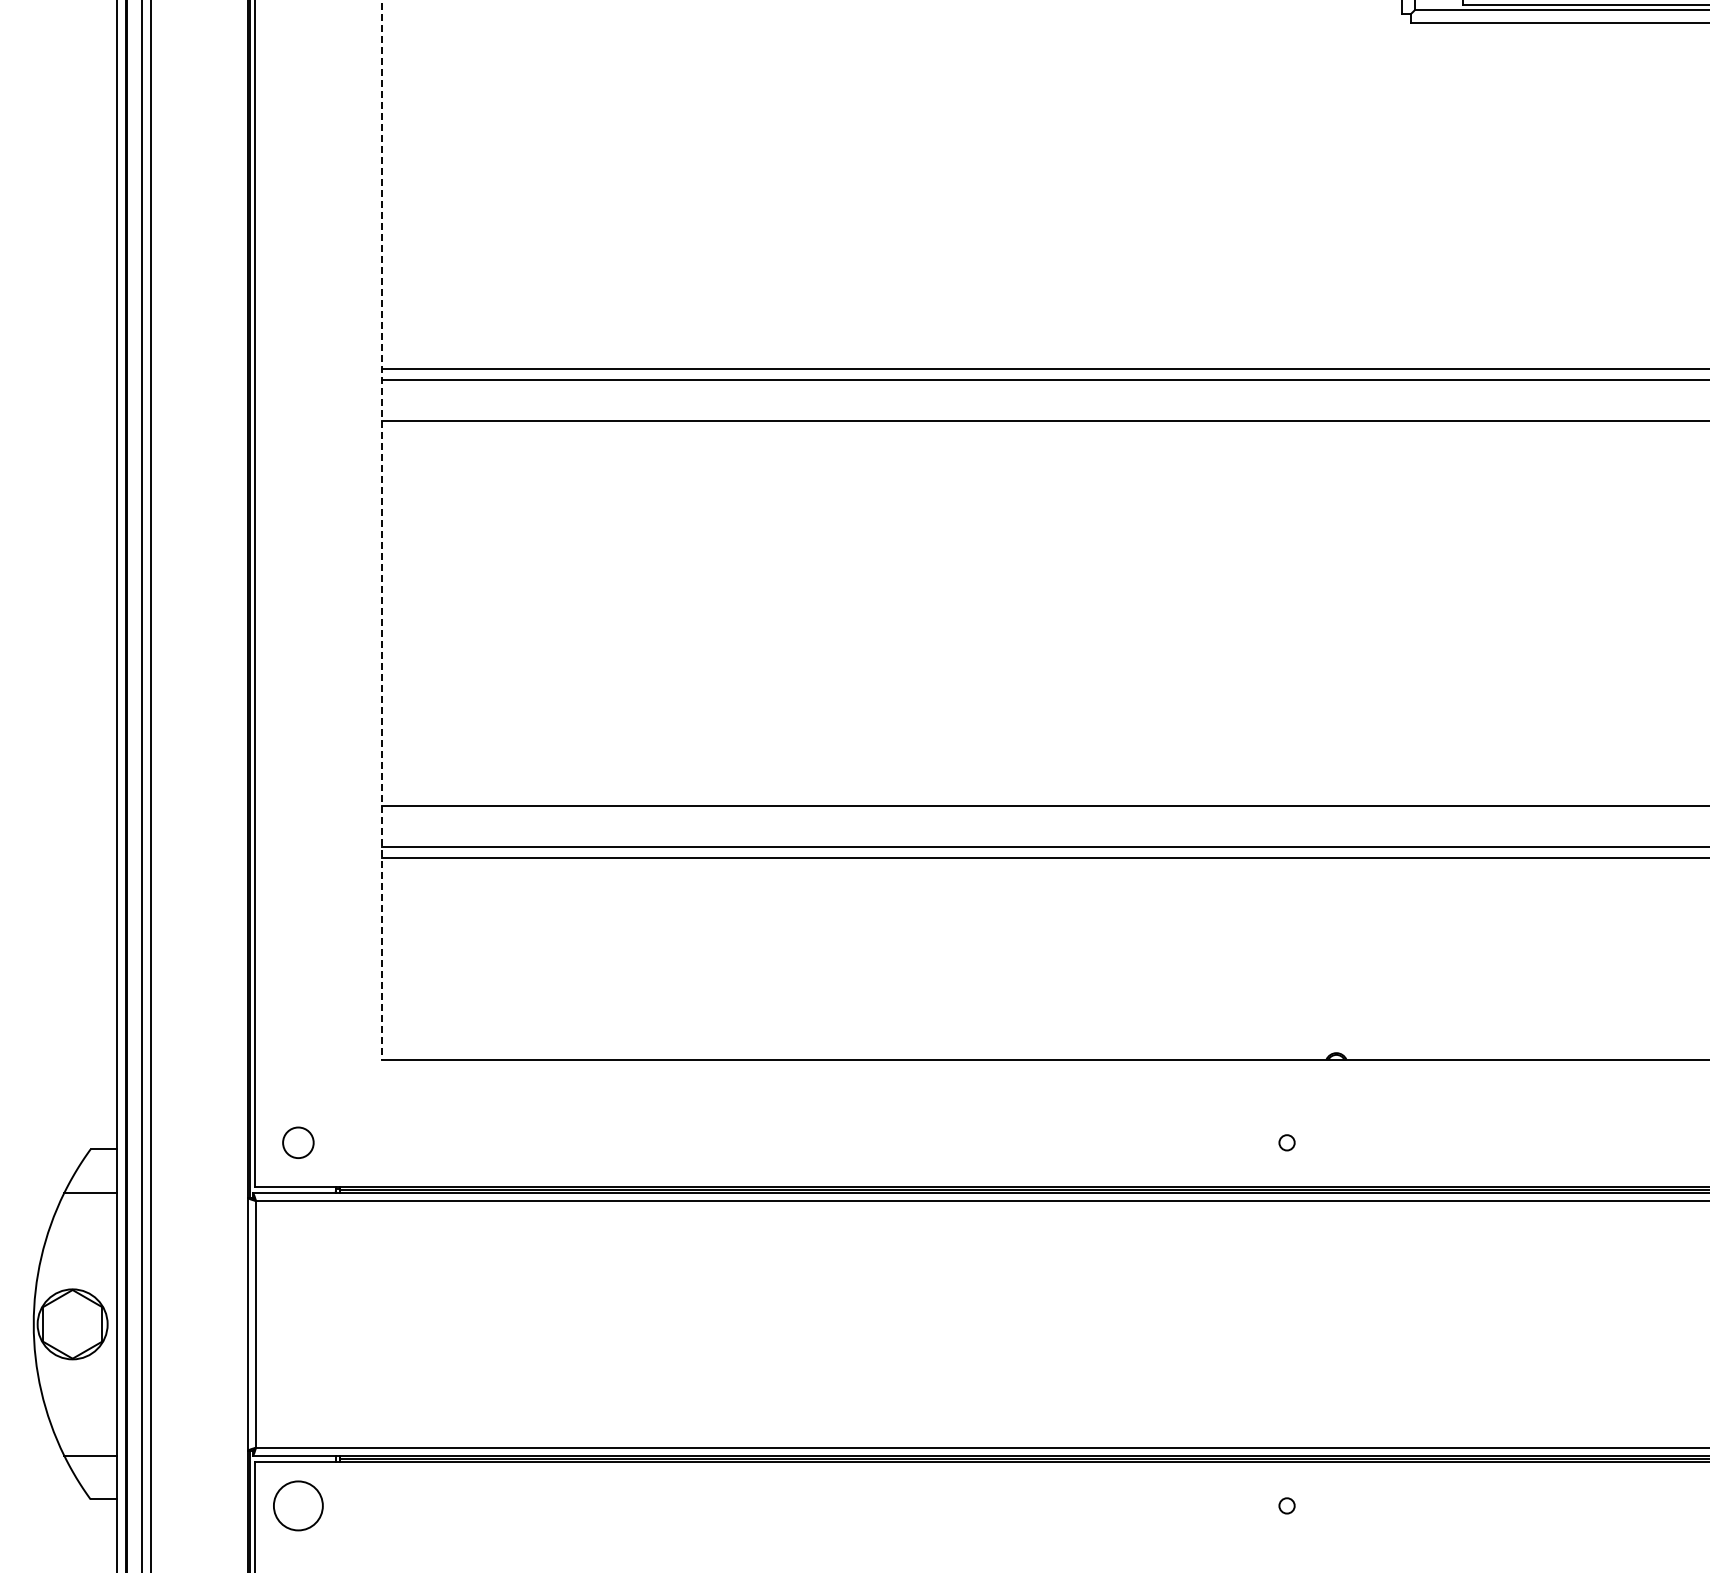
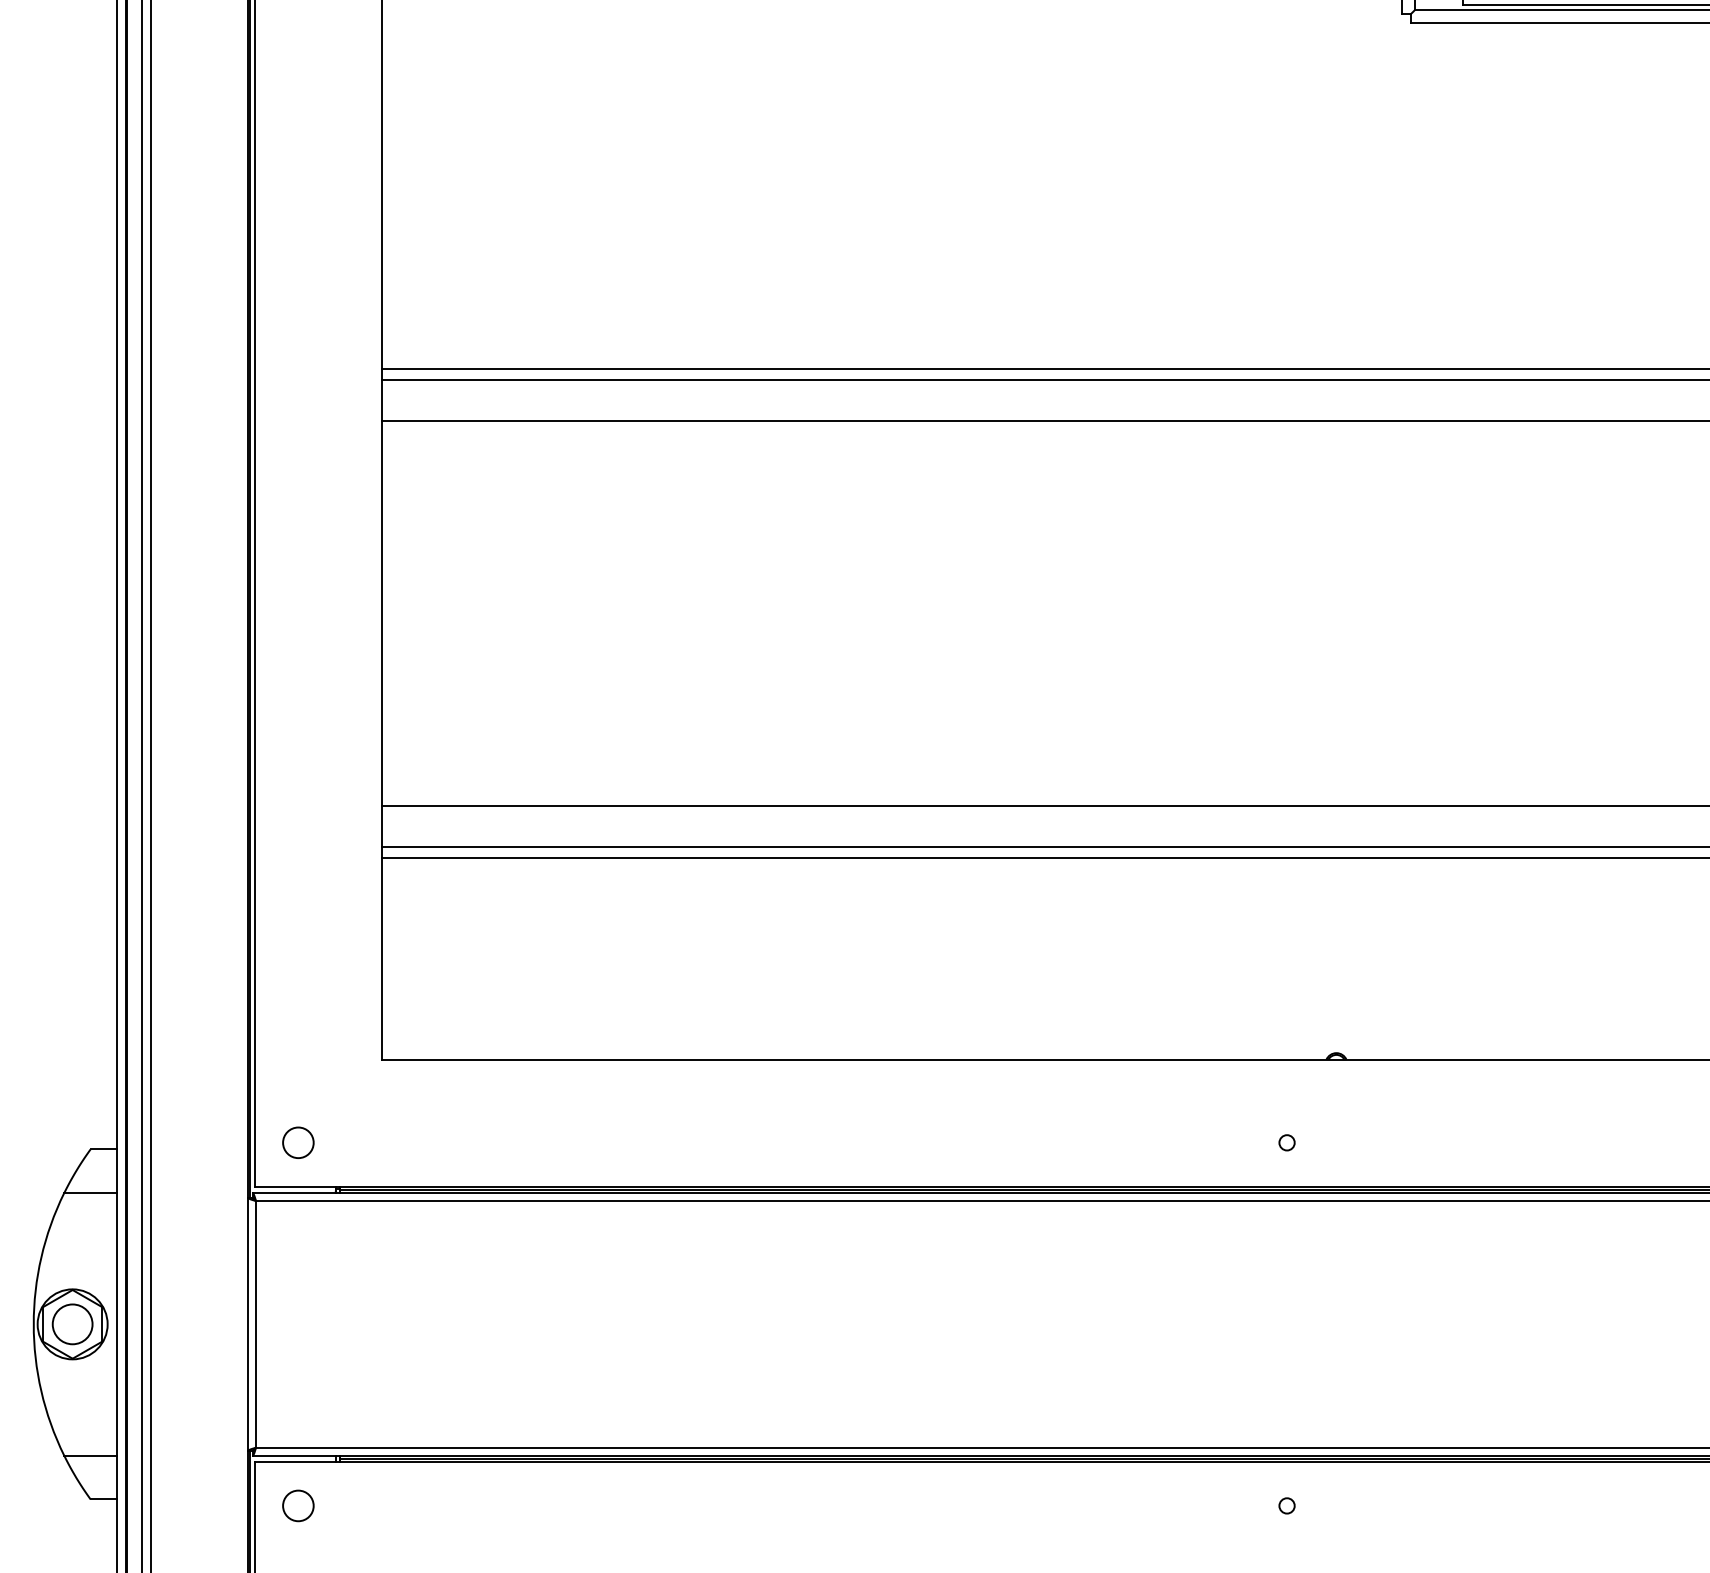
line at (381, 530): dashed -> solid
circle at (72, 1324): none -> present
circle at (297, 1505) diameter: 49 px -> 31 px
